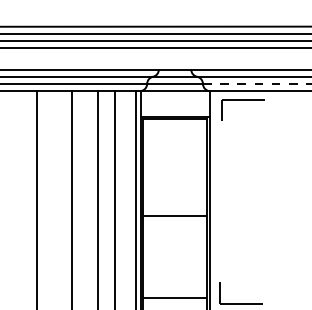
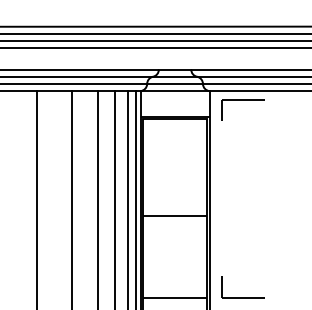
line at (257, 84): dashed -> solid
line at (127, 198): none -> present
line at (240, 303) position: (240, 303) -> (242, 297)
